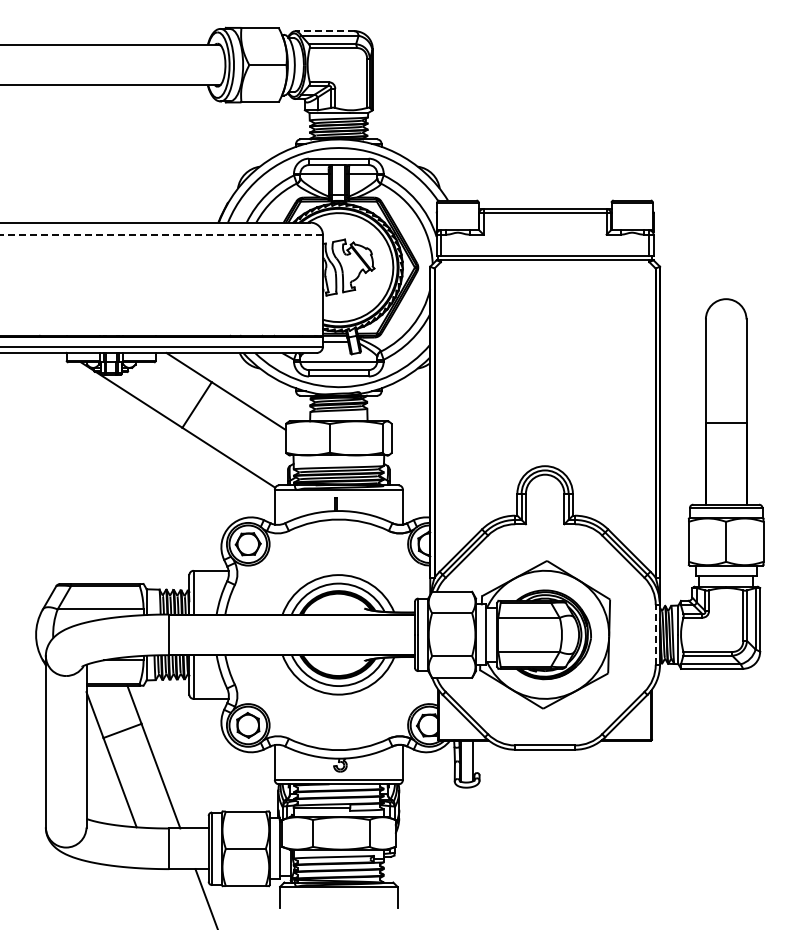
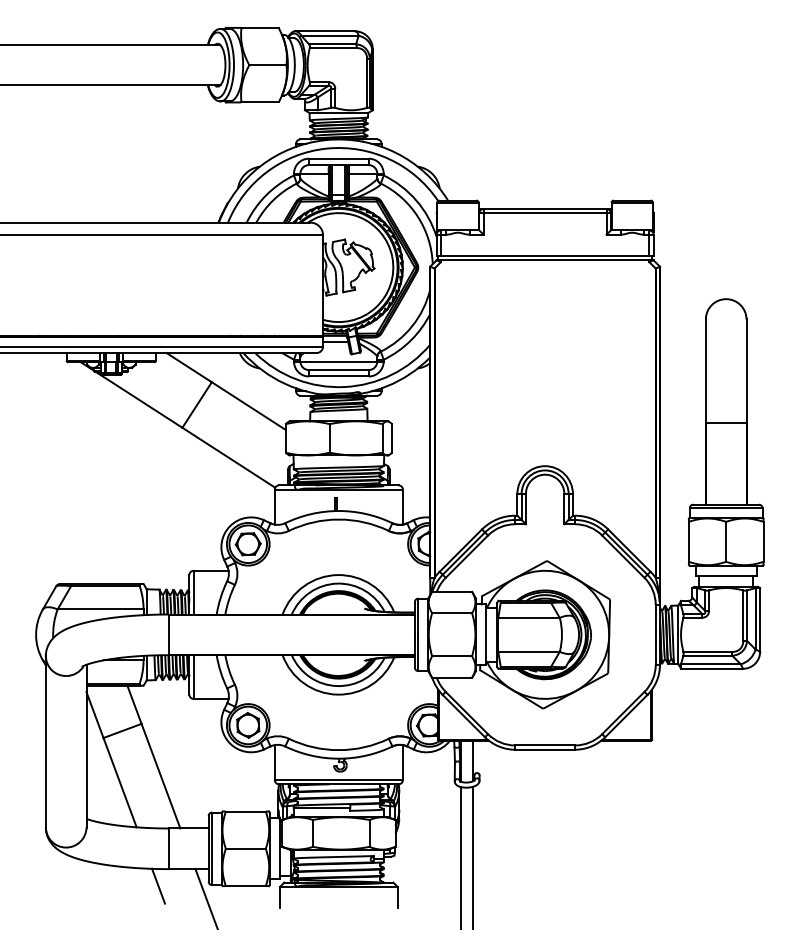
line at (324, 31): dashed -> solid
line at (161, 235): dashed -> solid
line at (655, 634): dashed -> solid
line at (460, 856): none -> present
line at (473, 856): none -> present
line at (158, 885): none -> present
